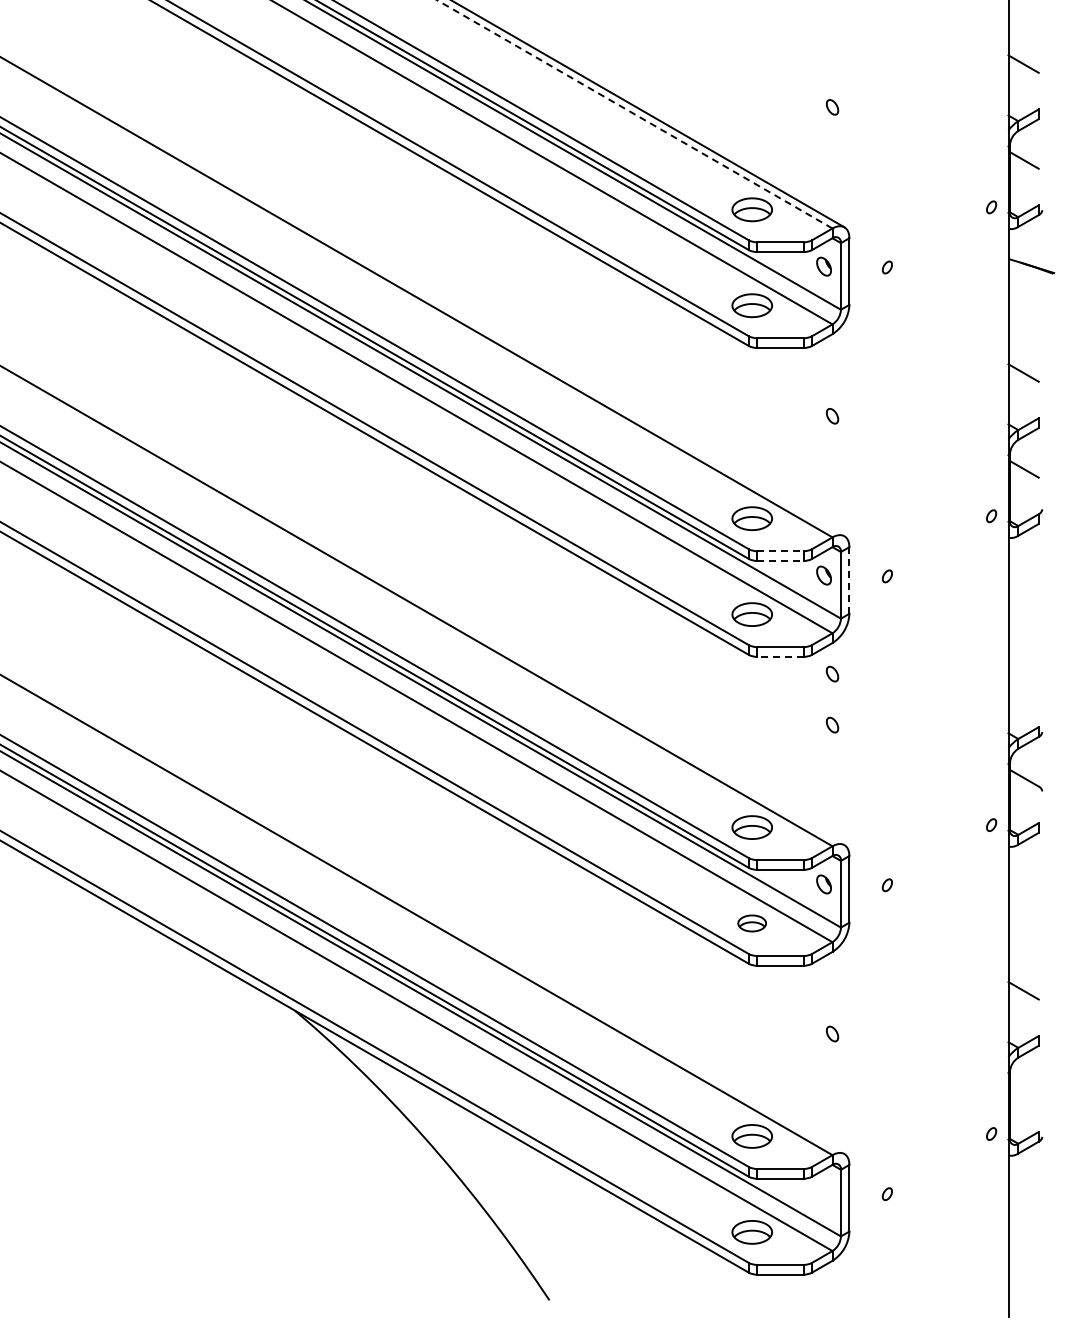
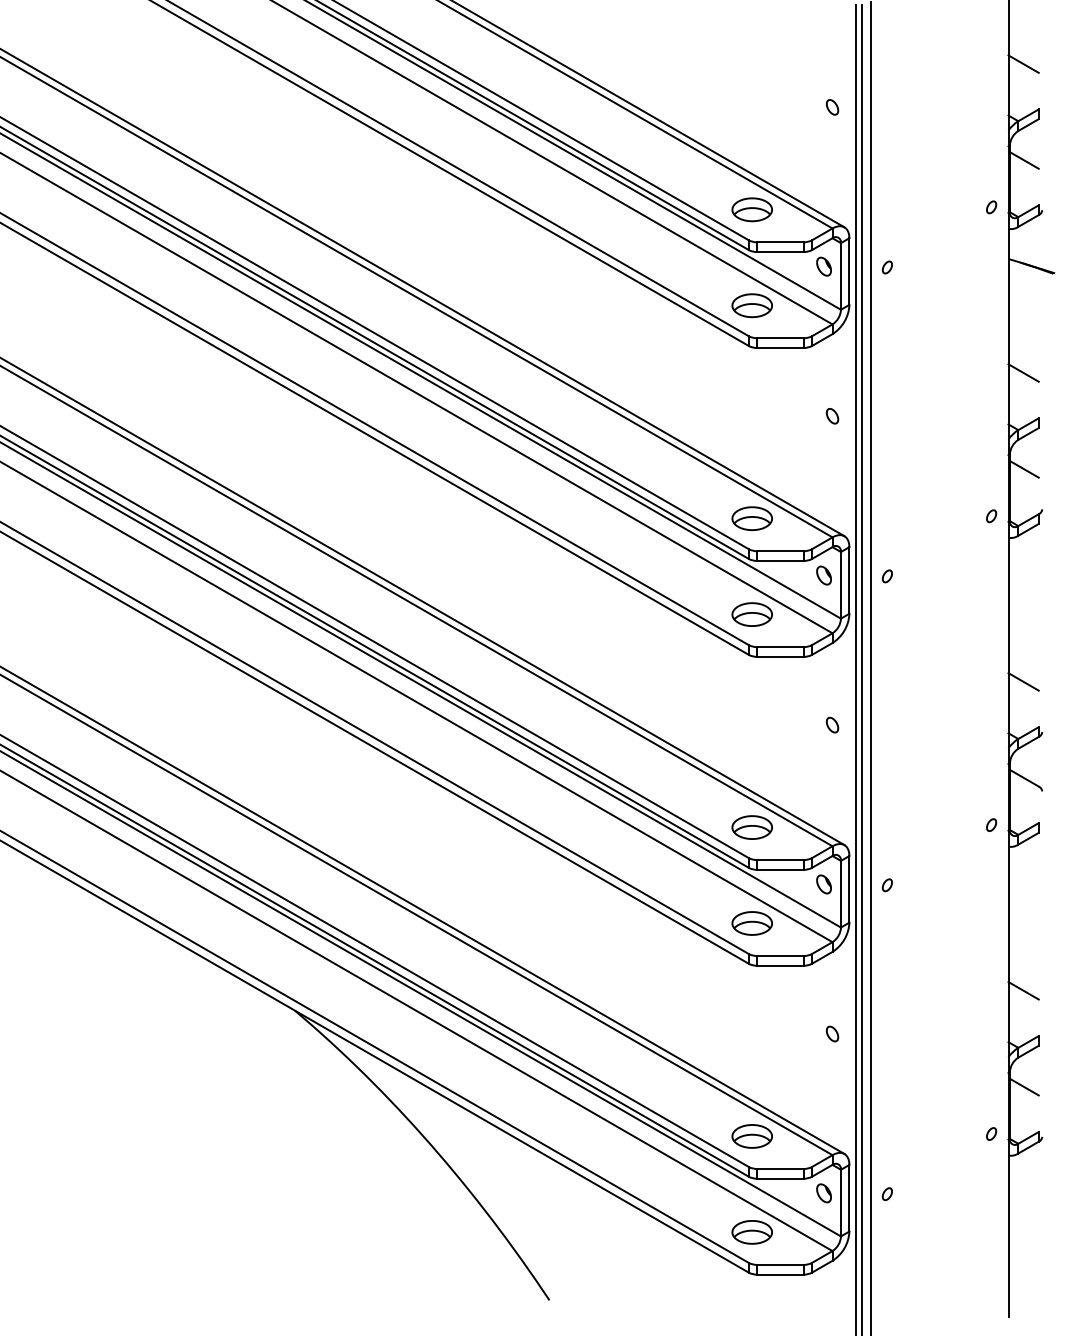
line at (634, 114): dashed -> solid
line at (423, 293): none -> present
line at (780, 551): dashed -> solid
line at (780, 560): dashed -> solid
line at (849, 579): dashed -> solid
line at (423, 602): none -> present
line at (779, 656): dashed -> solid
line at (870, 667): none -> present
line at (856, 668): none -> present
line at (862, 668): none -> present
part at (832, 673): present -> none
line at (1023, 681): none -> present
line at (423, 910): none -> present
part at (751, 923) size: 30x19 px -> 42x25 px
line at (1023, 1086): none -> present
part at (823, 1193): none -> present
